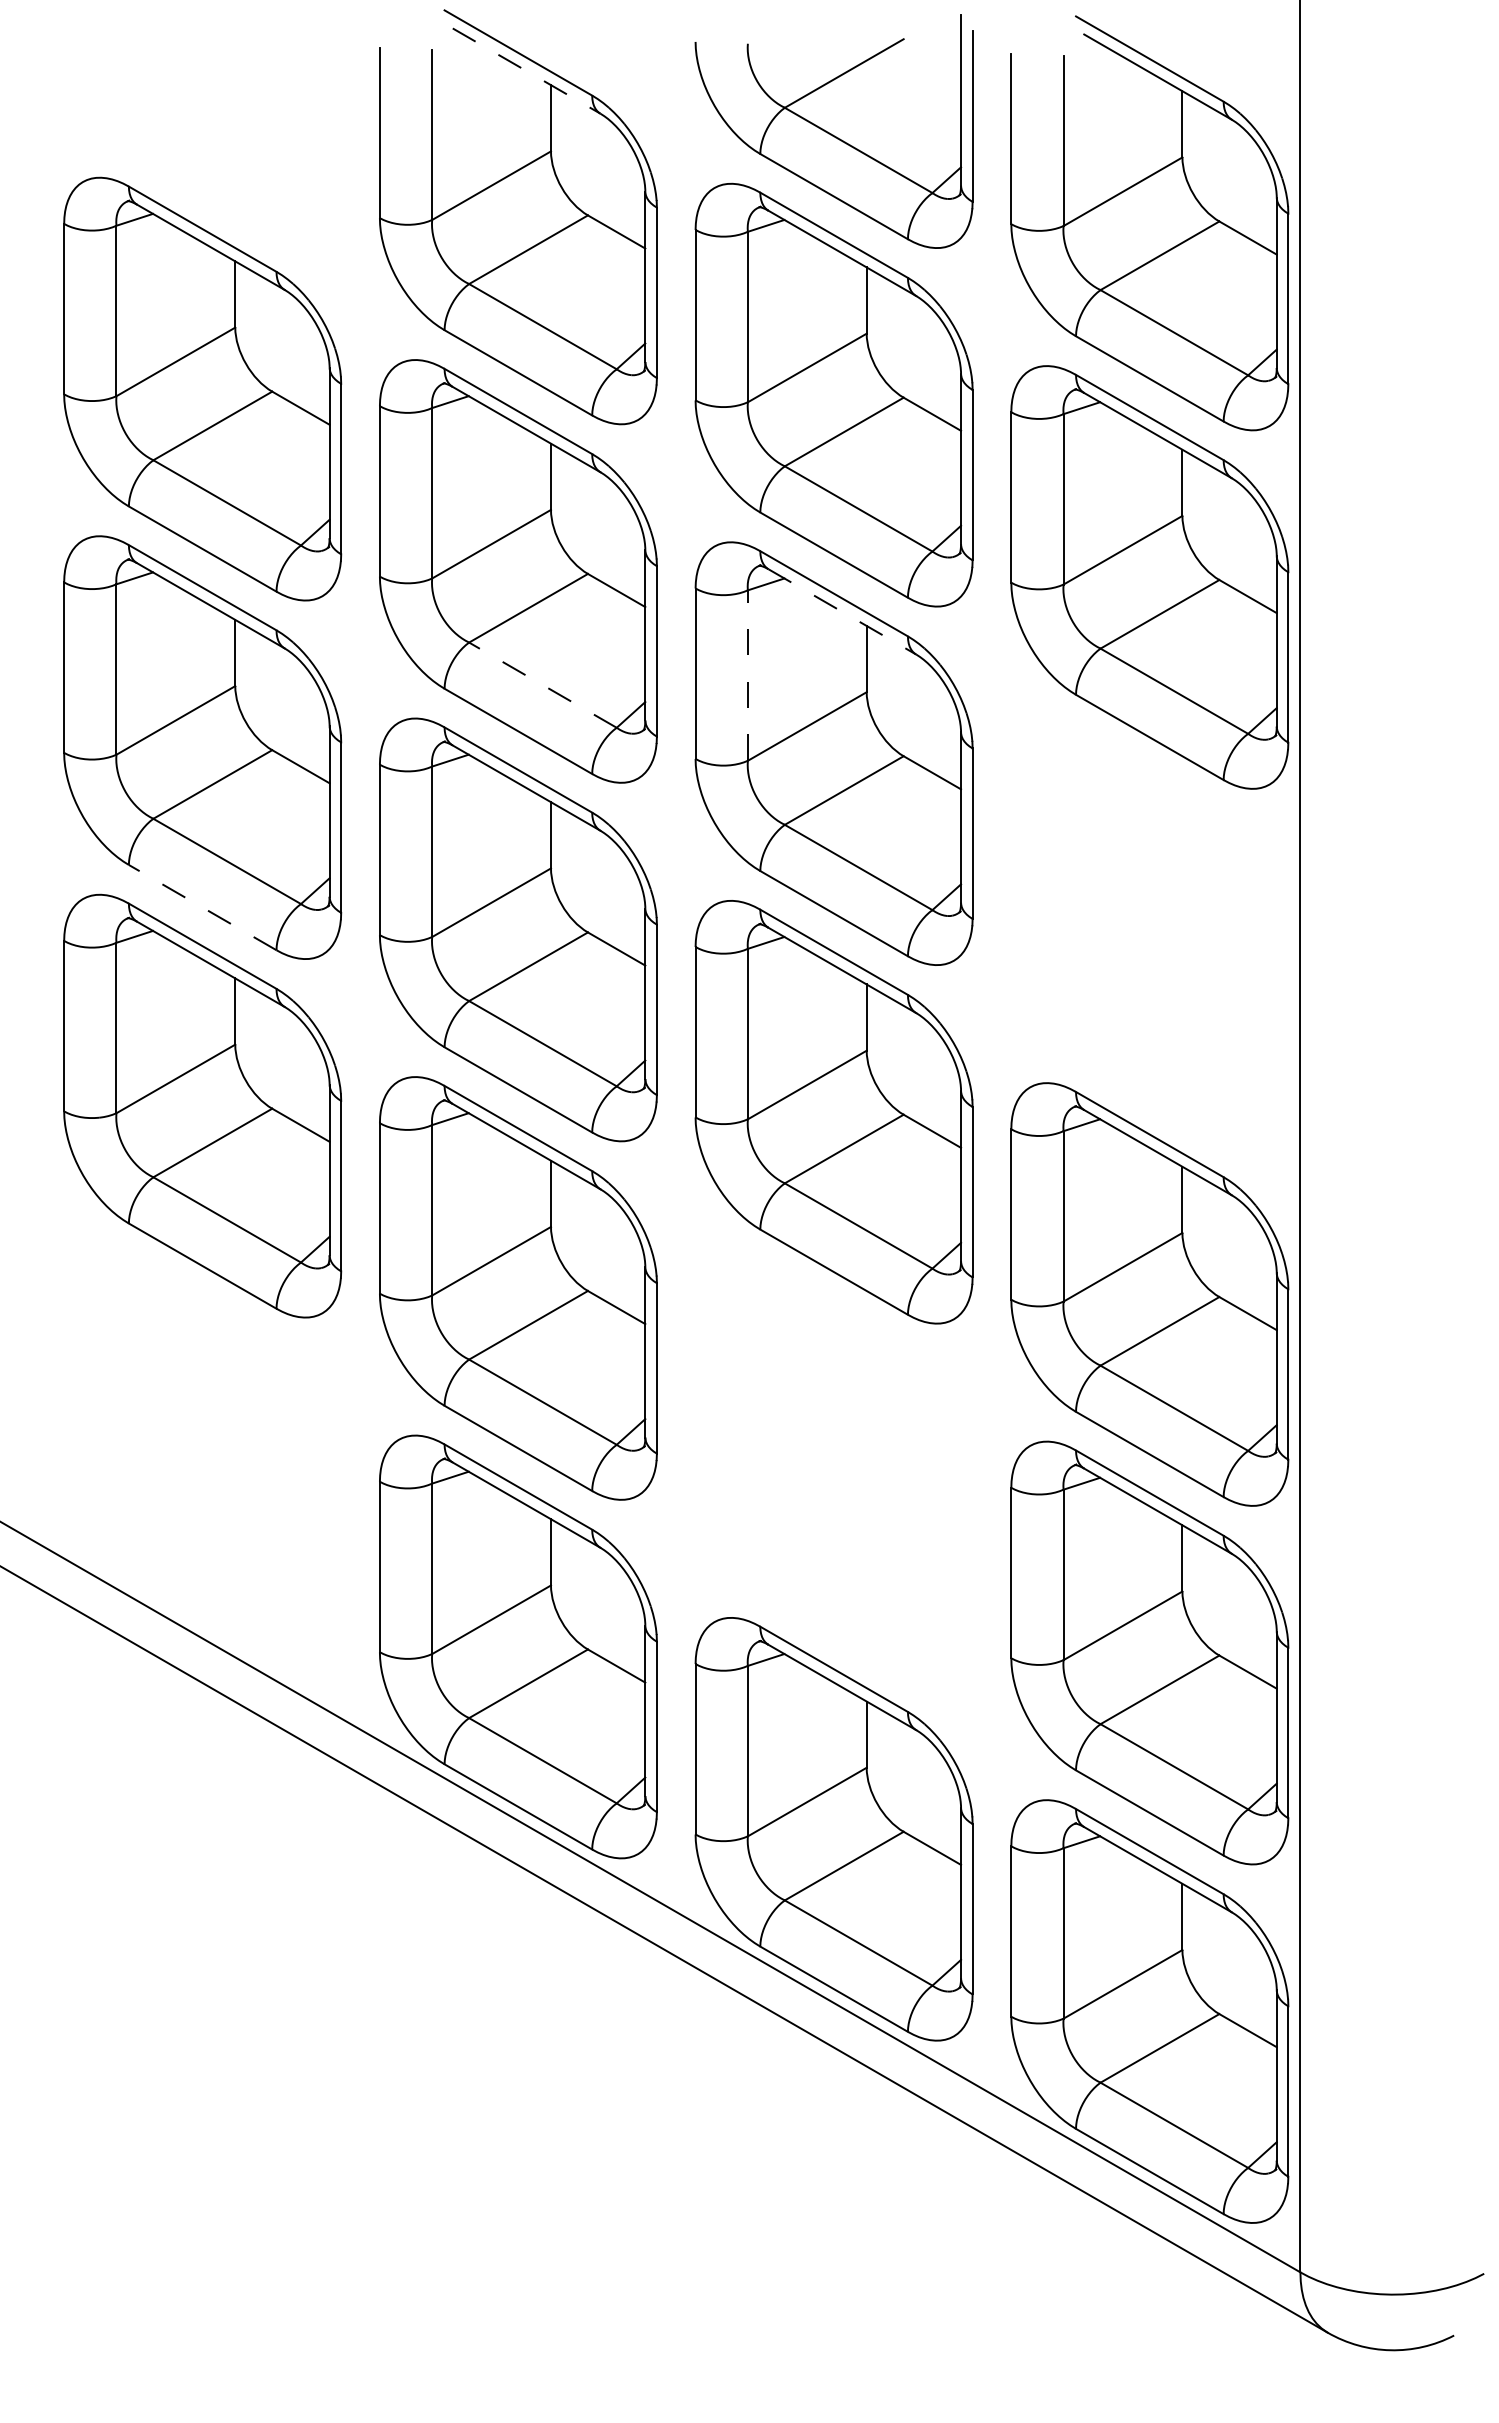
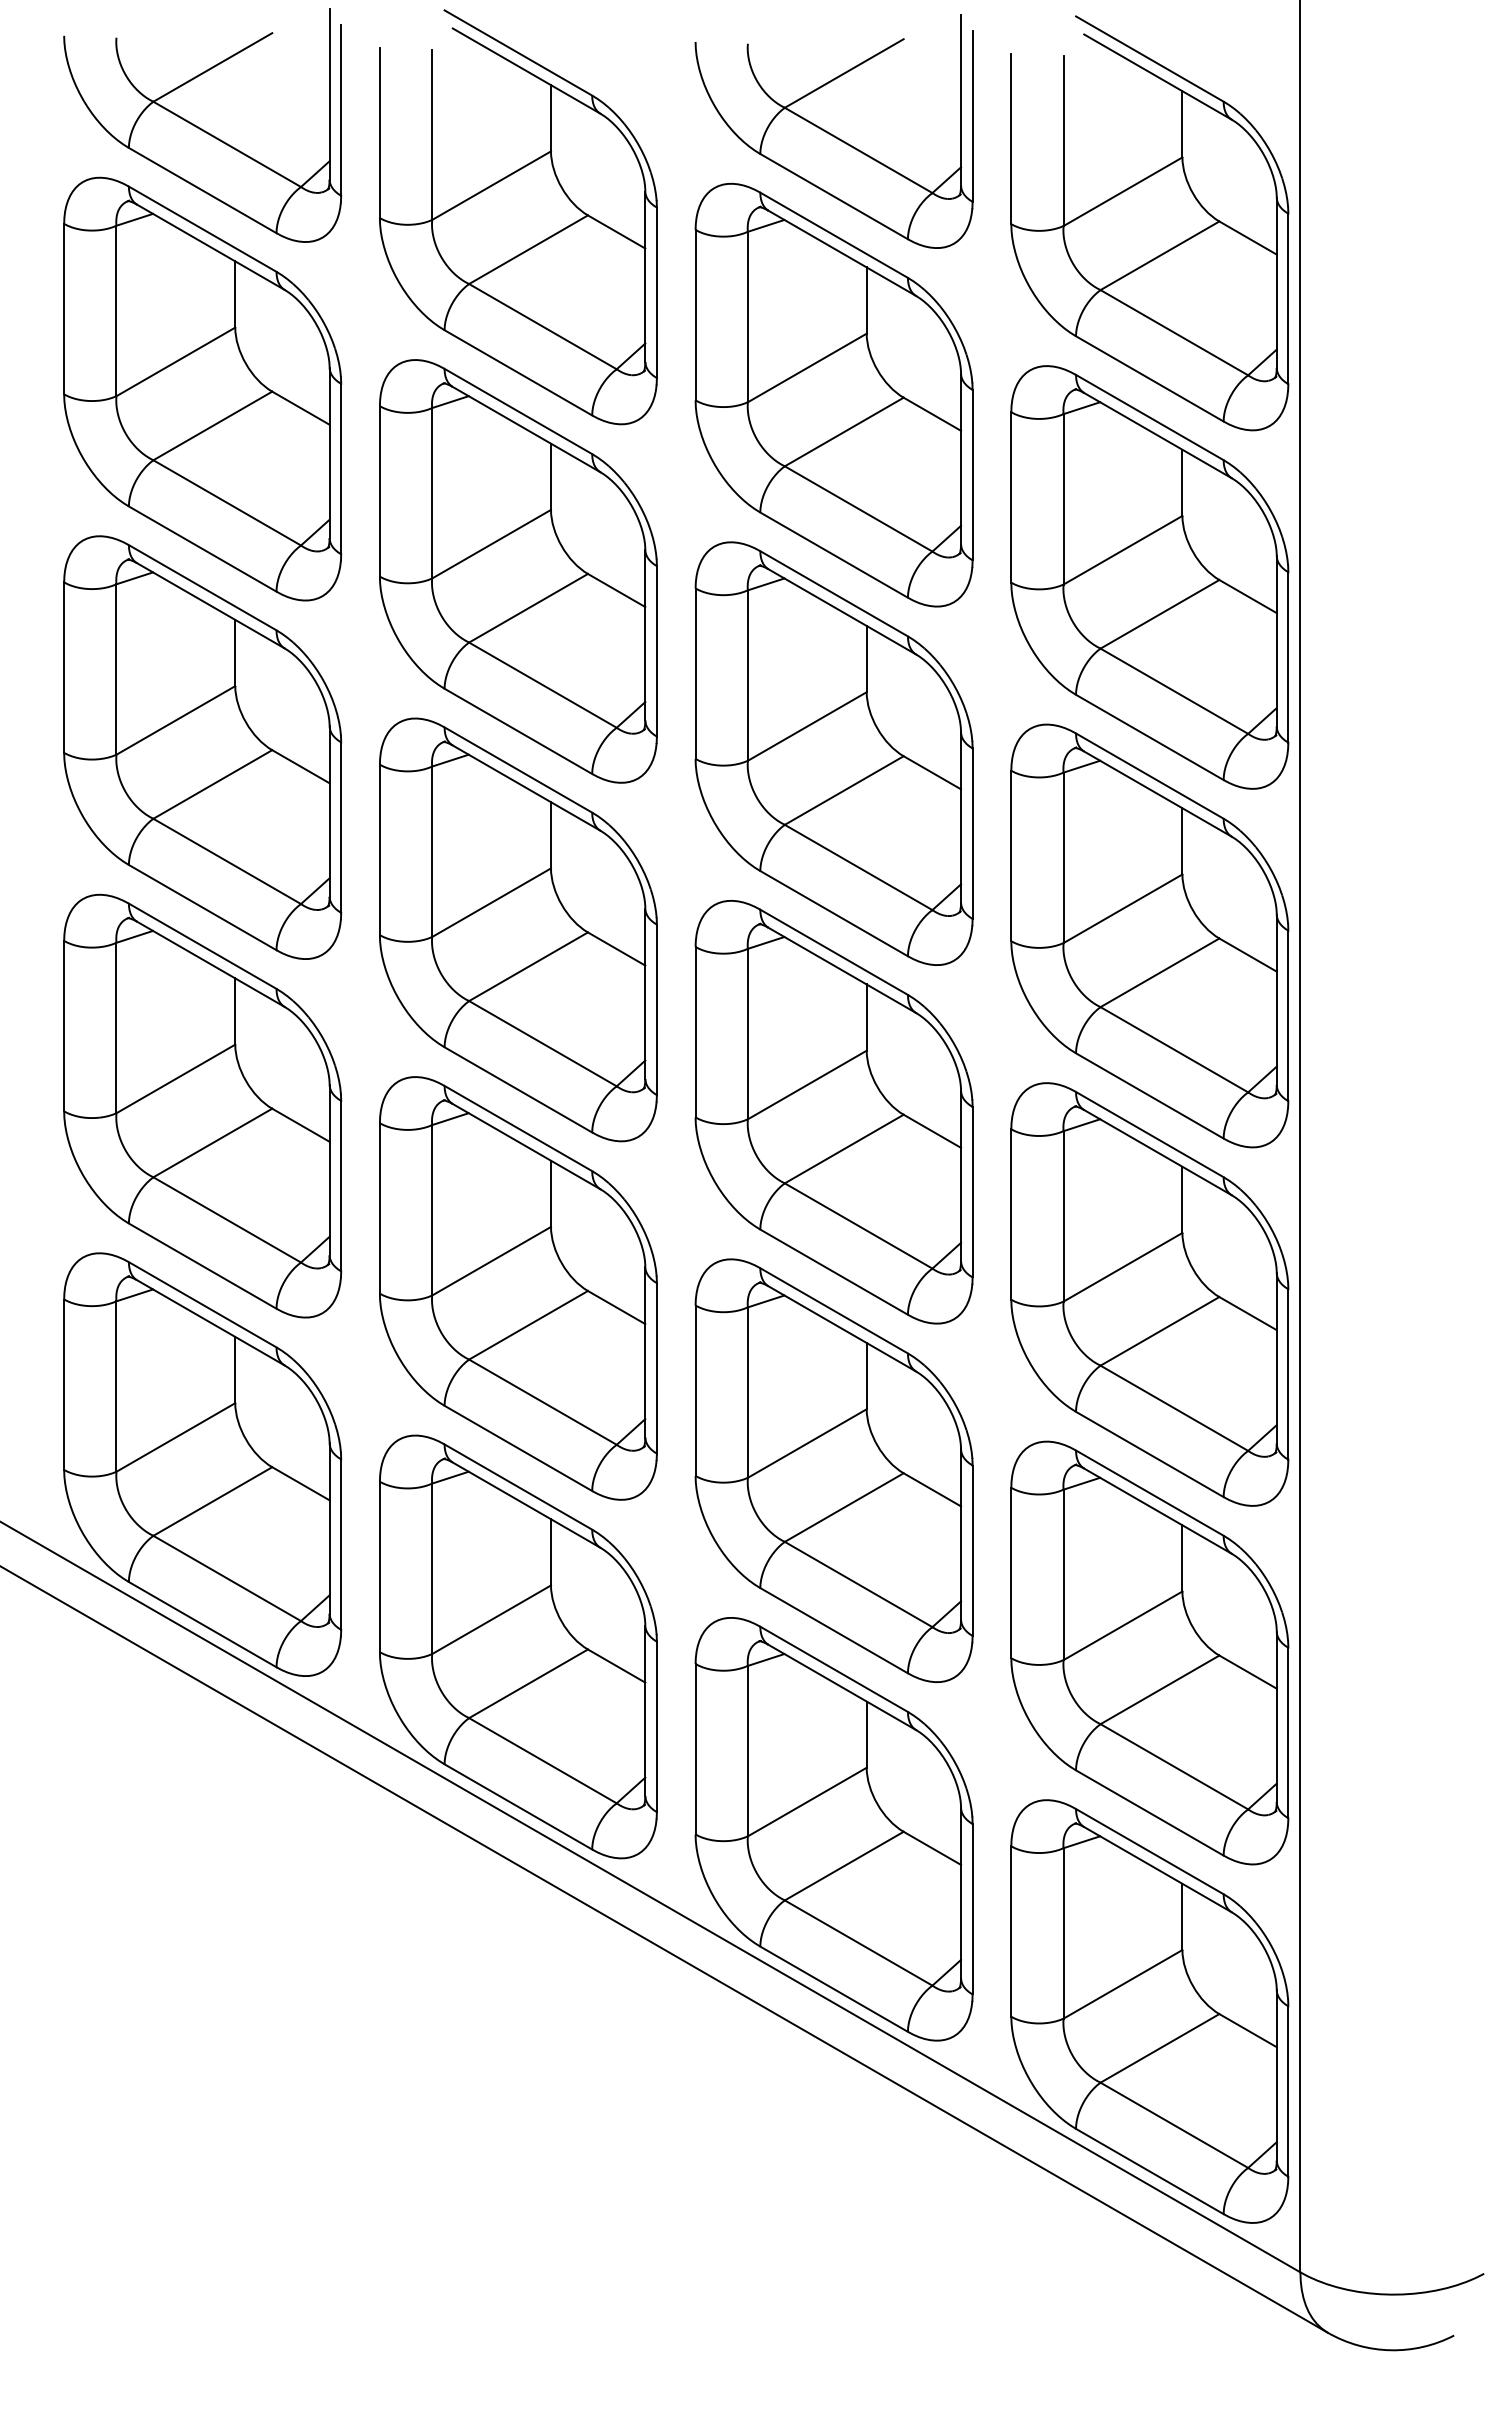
line at (527, 71): dashed -> solid
part at (202, 125): none -> present
line at (842, 612): dashed -> solid
line at (747, 675): dashed -> solid
line at (542, 684): dashed -> solid
line at (202, 907): dashed -> solid
part at (1149, 935): none -> present
part at (202, 1464): none -> present
part at (833, 1470): none -> present
